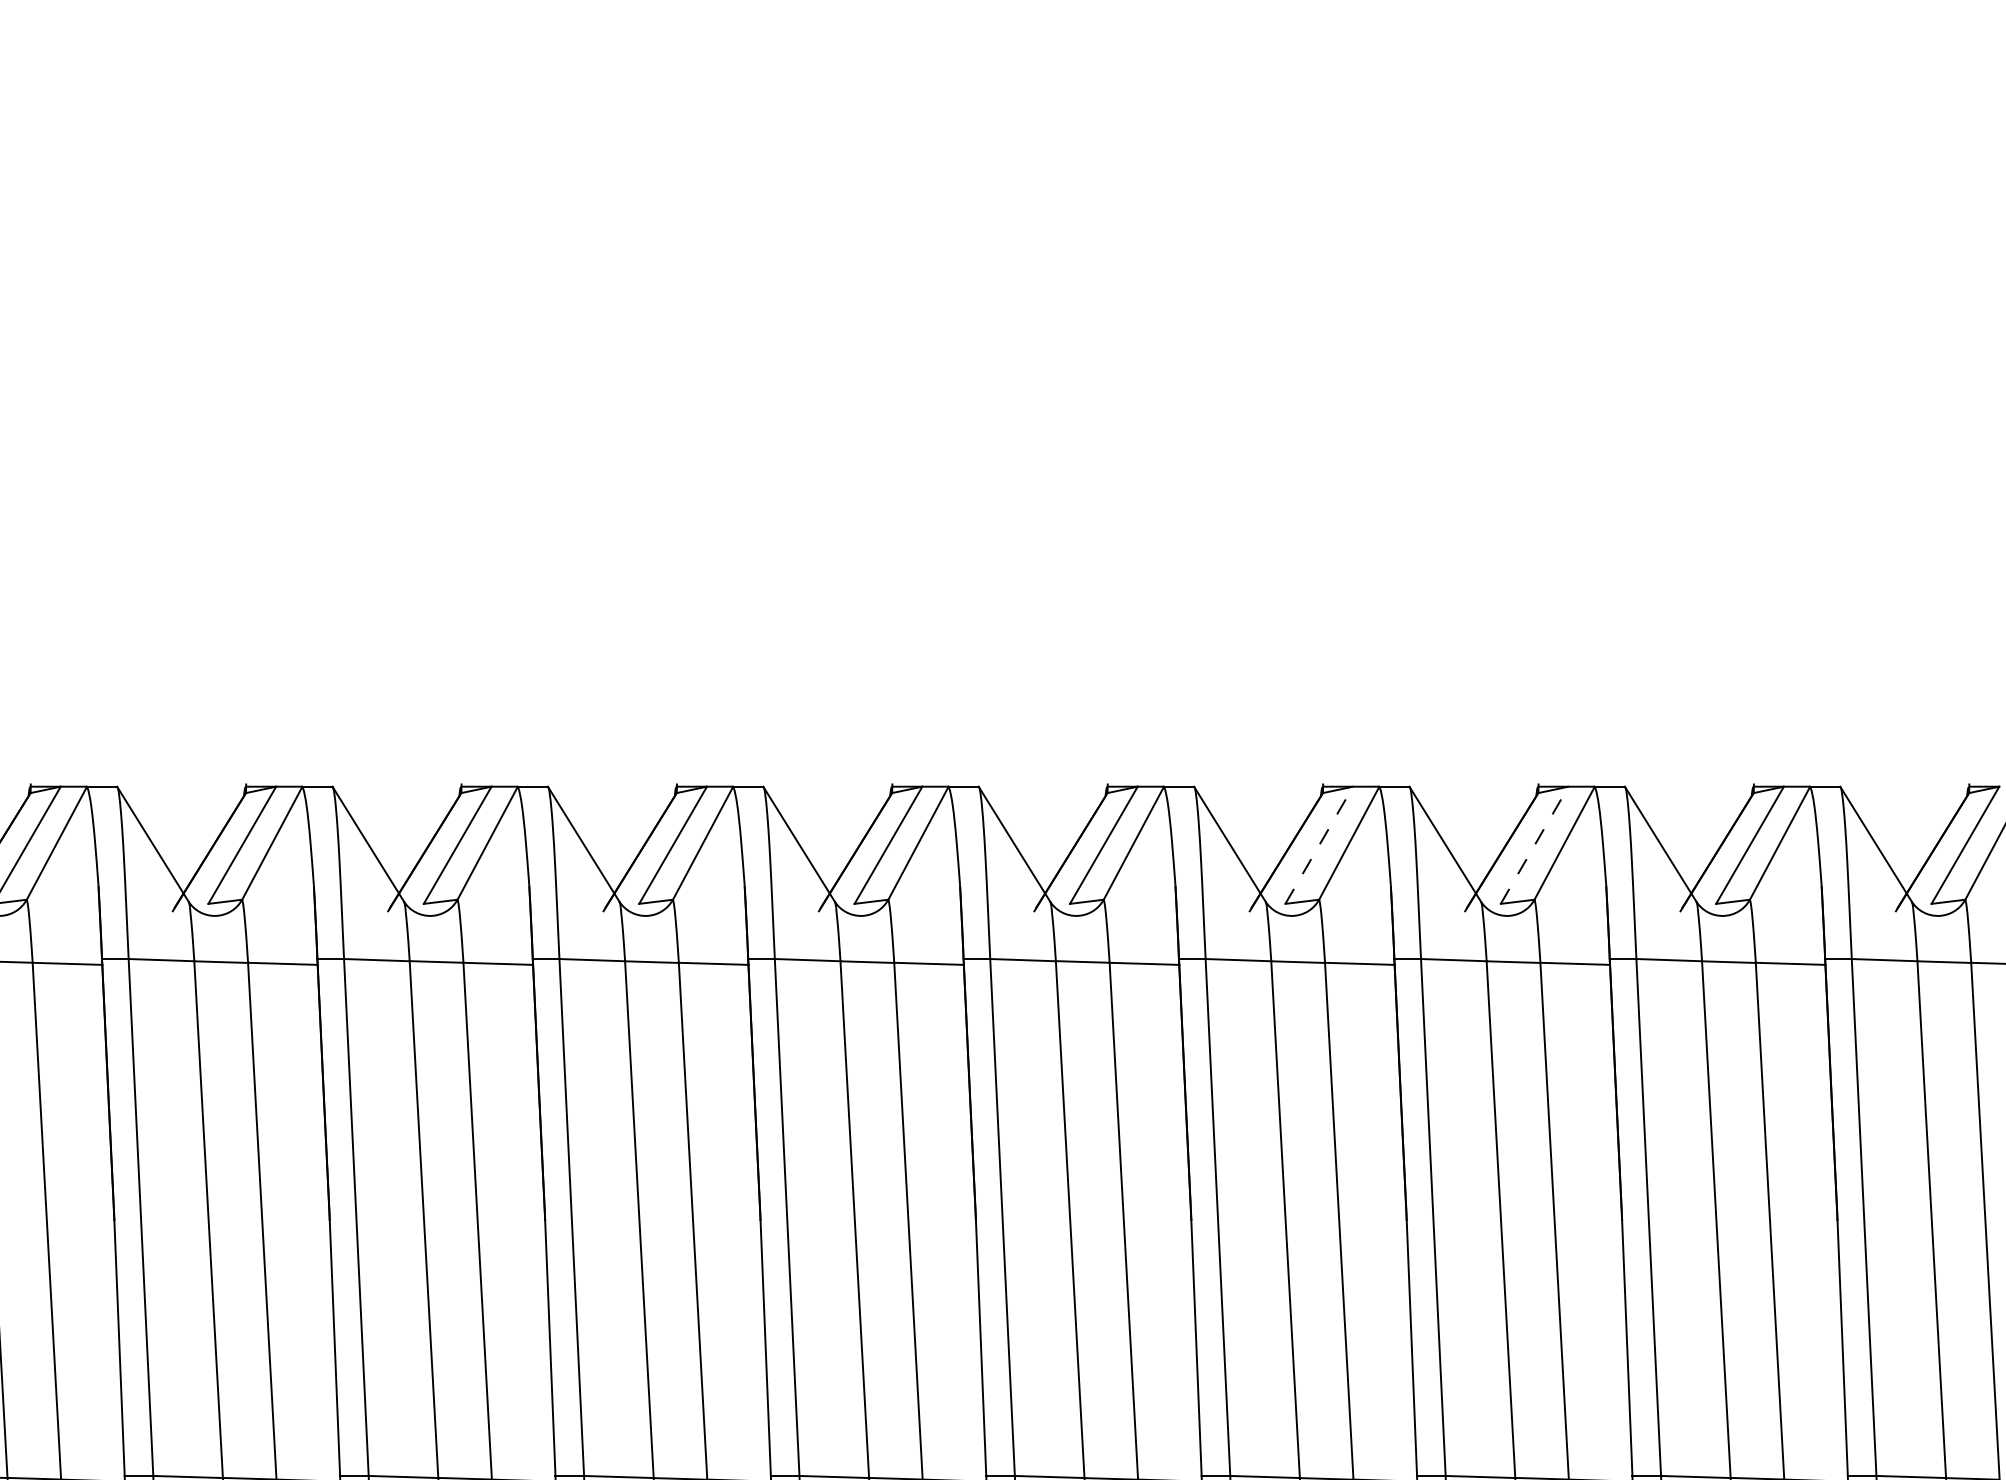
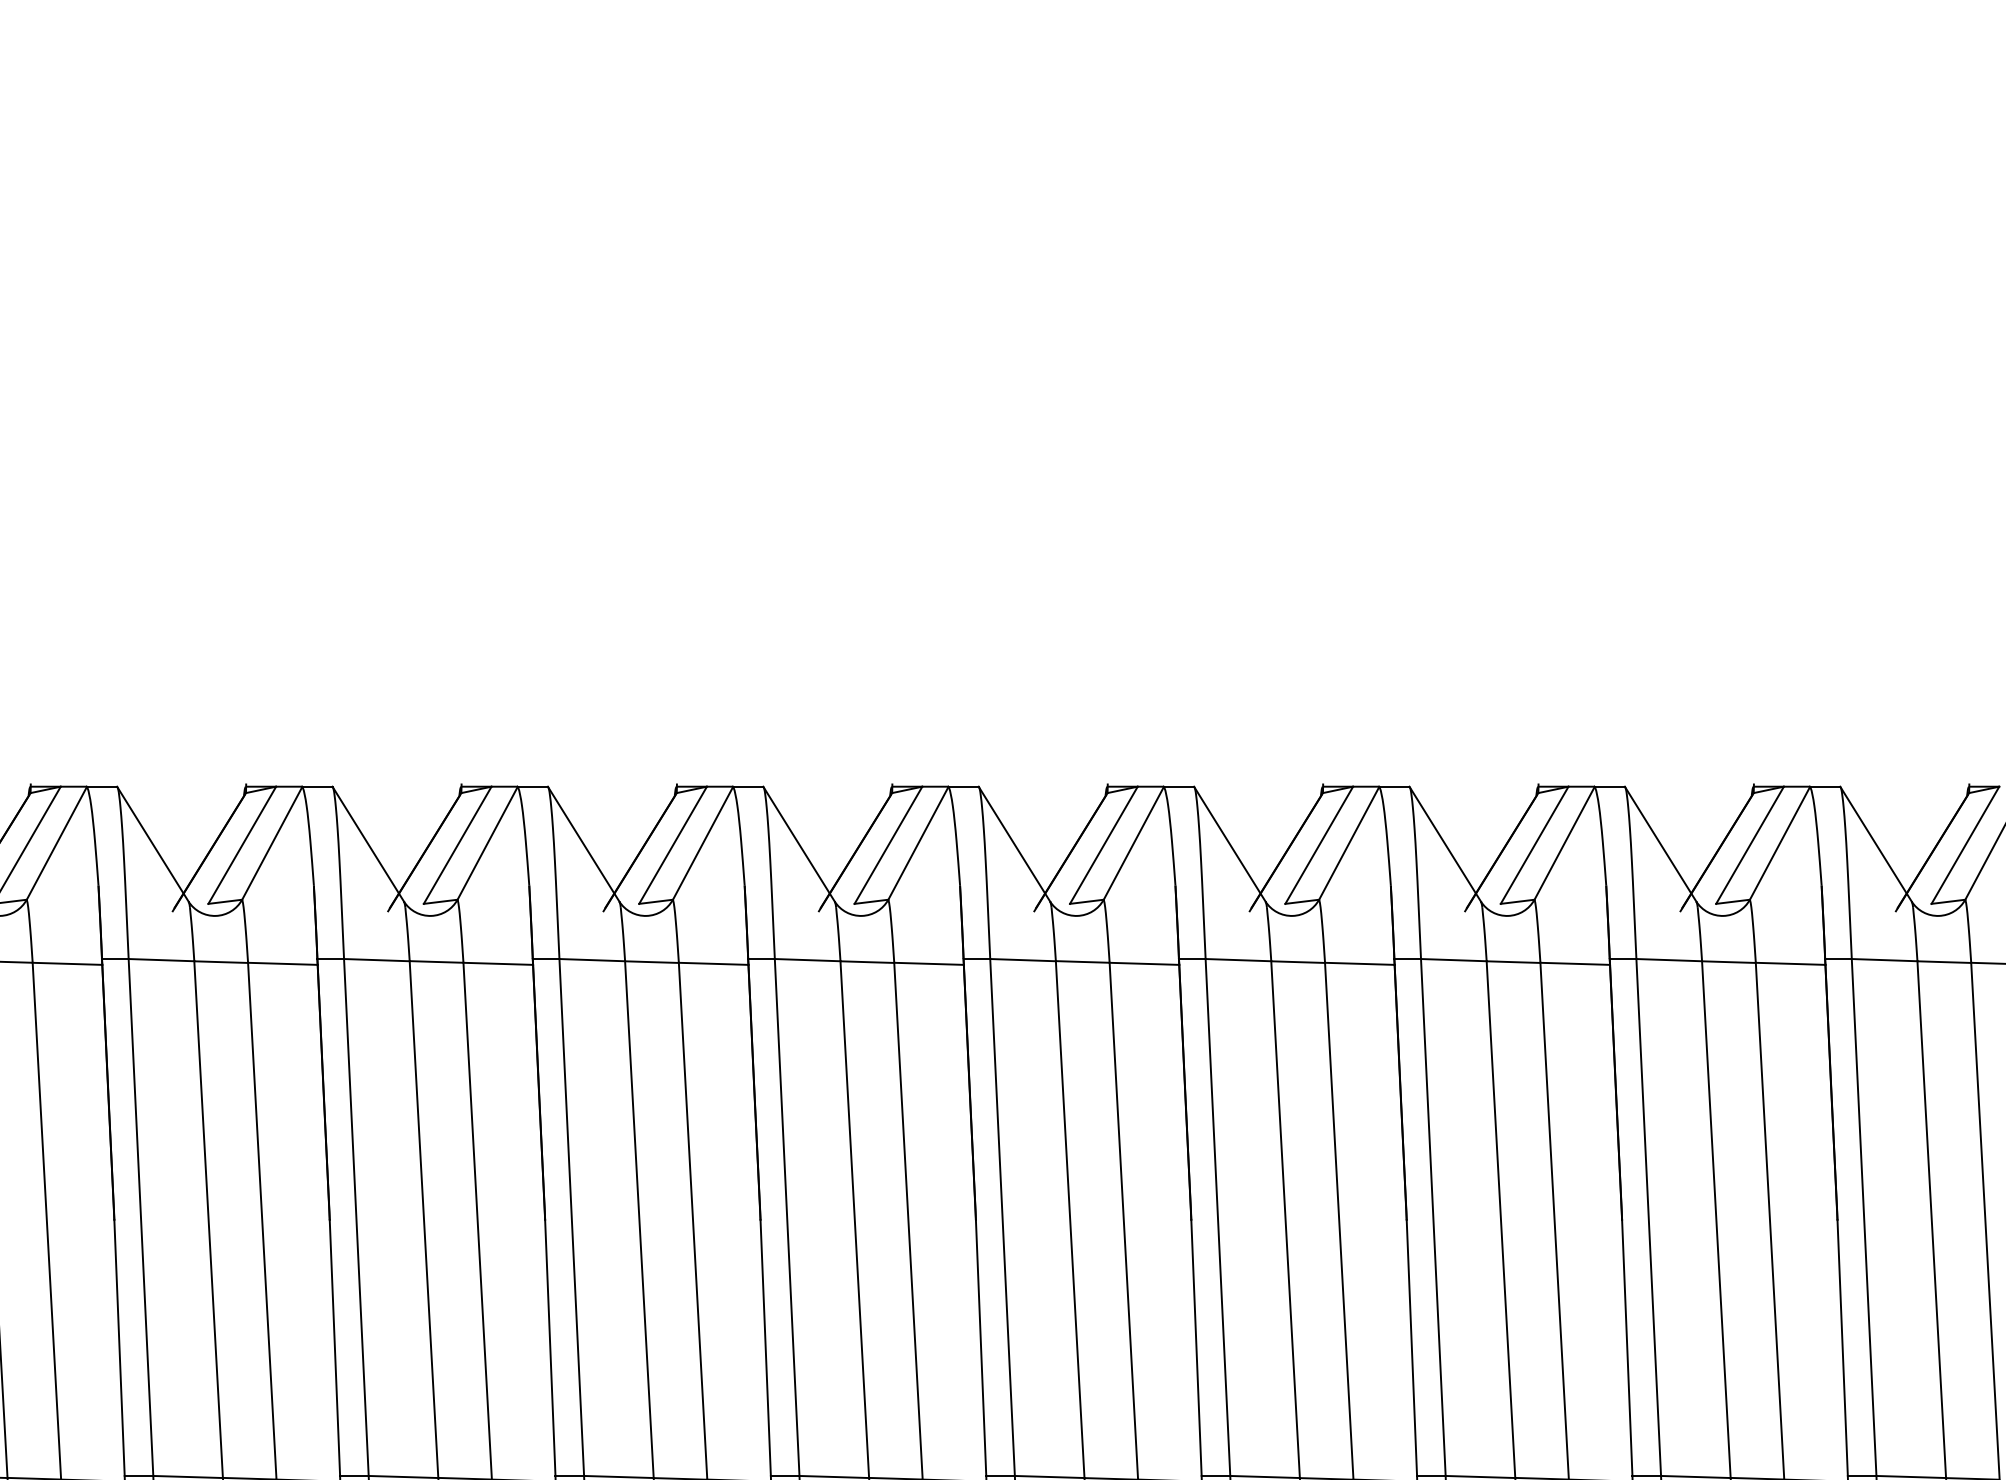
line at (1319, 845): dashed -> solid
line at (1534, 845): dashed -> solid
